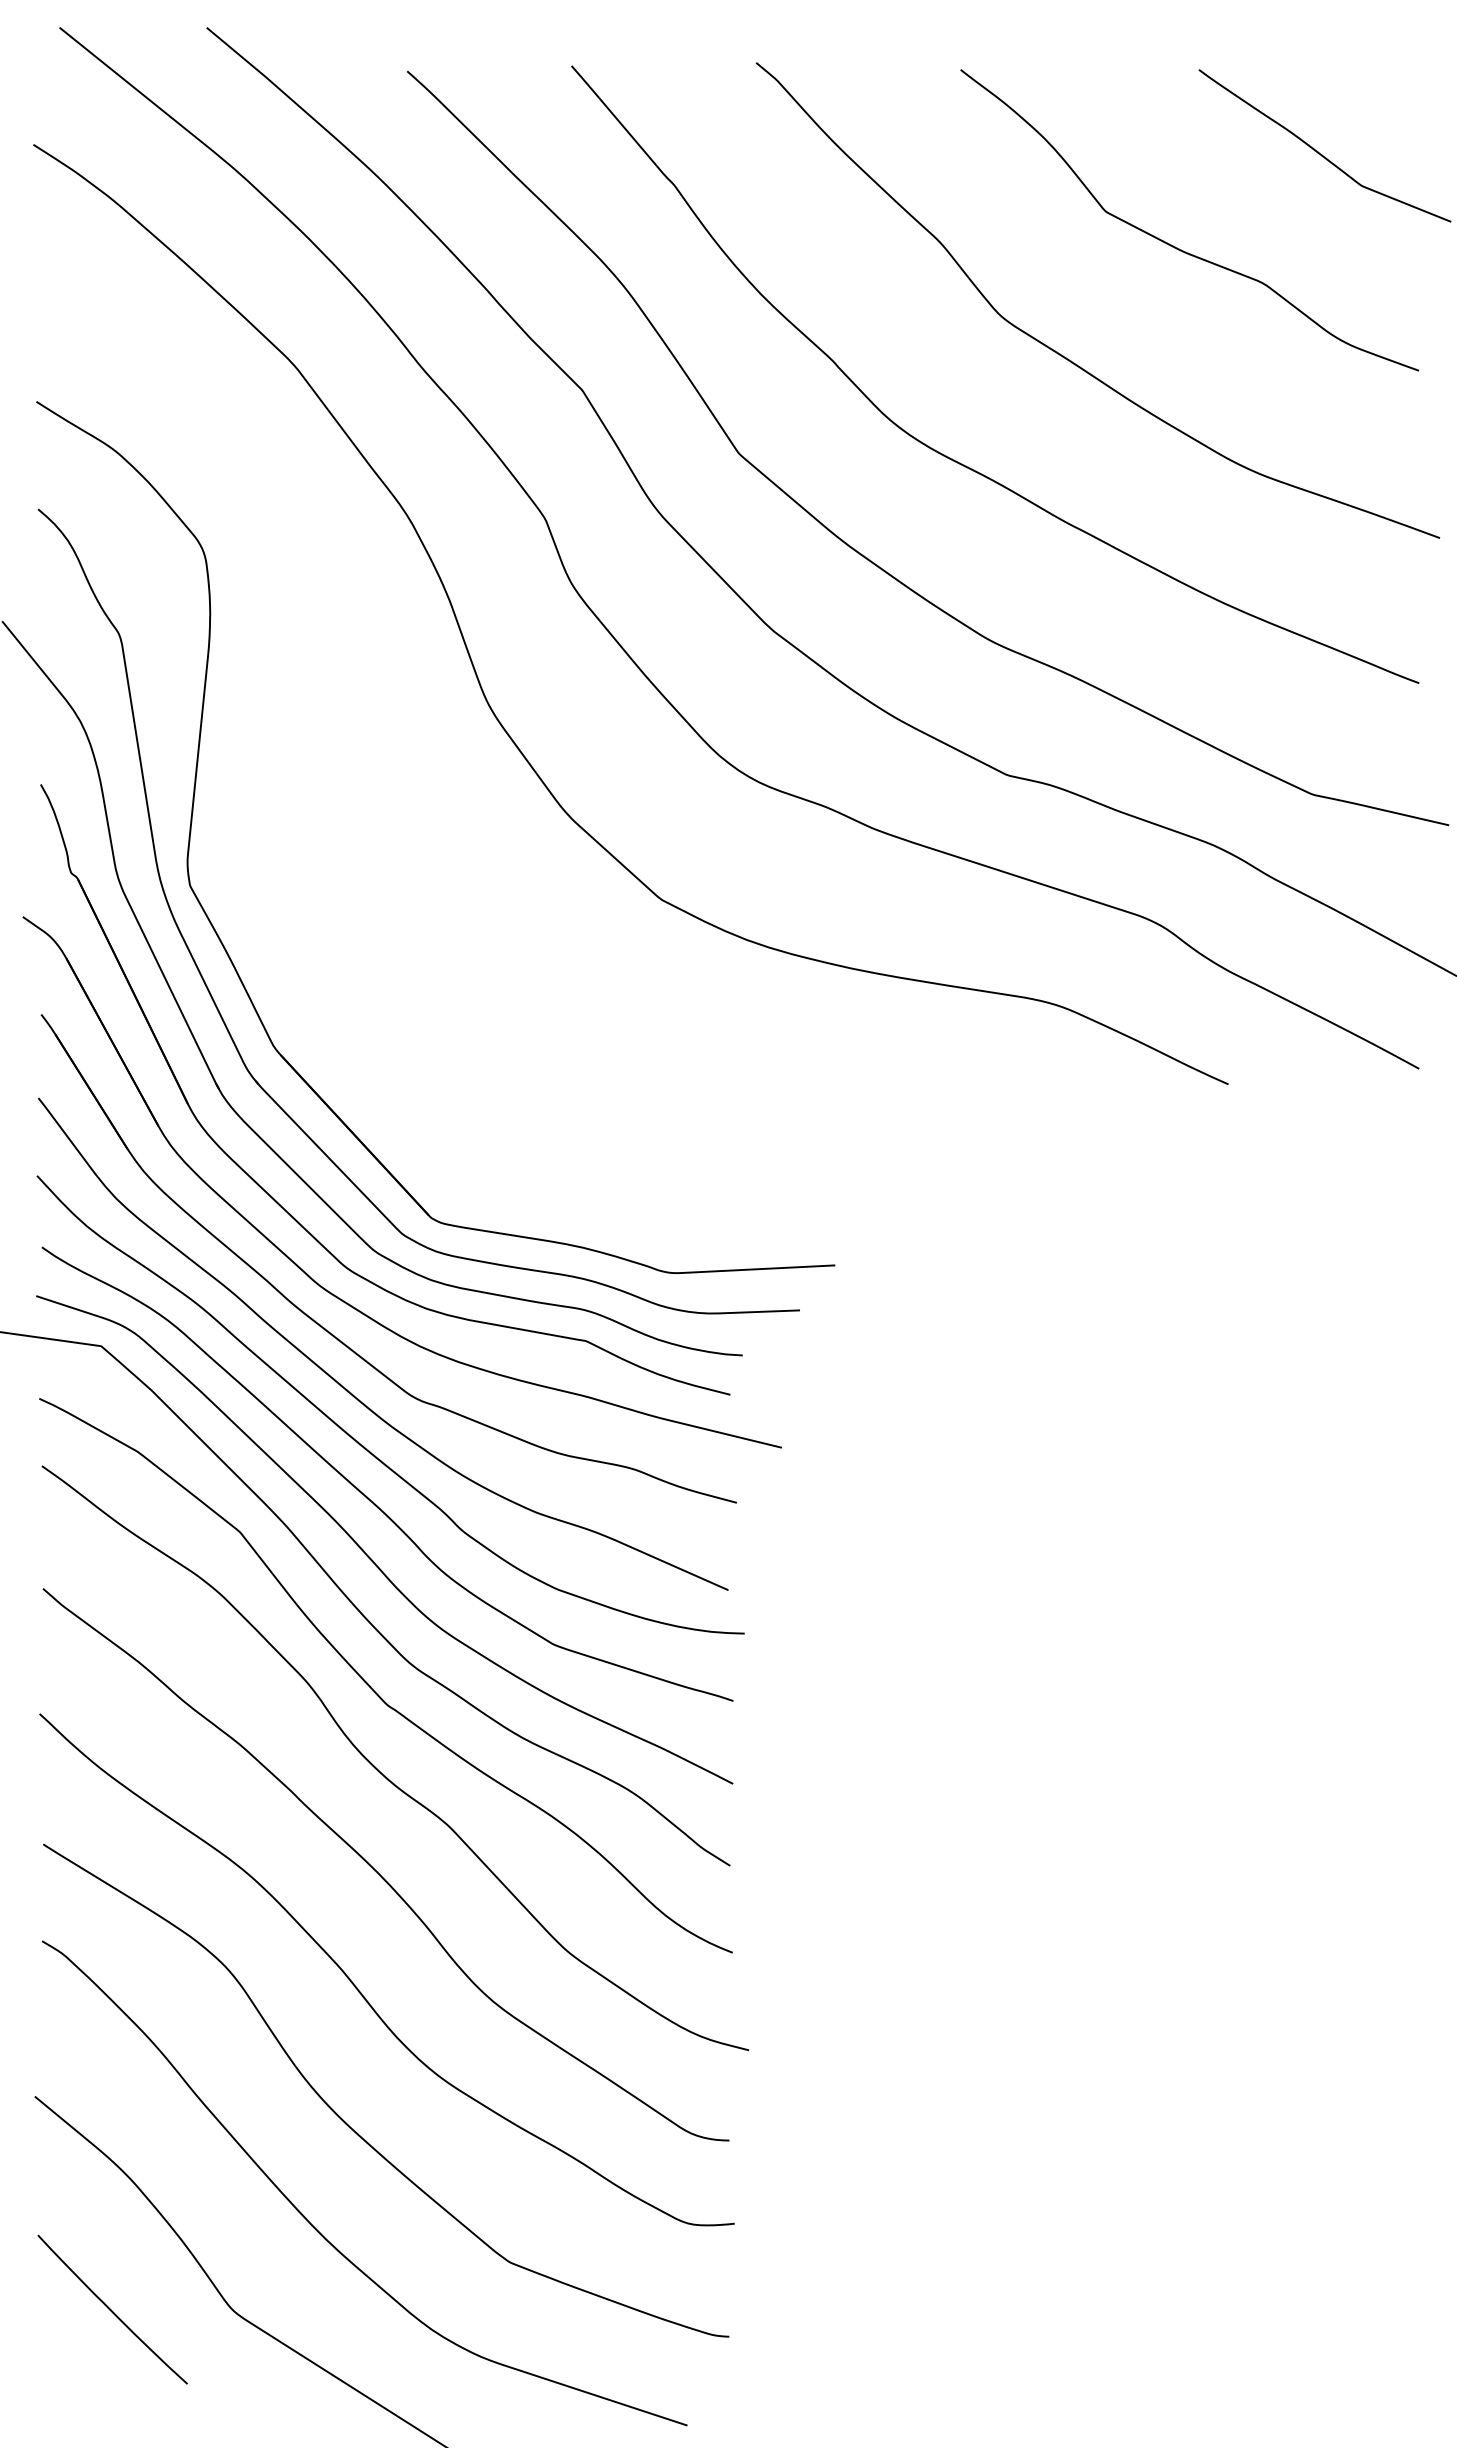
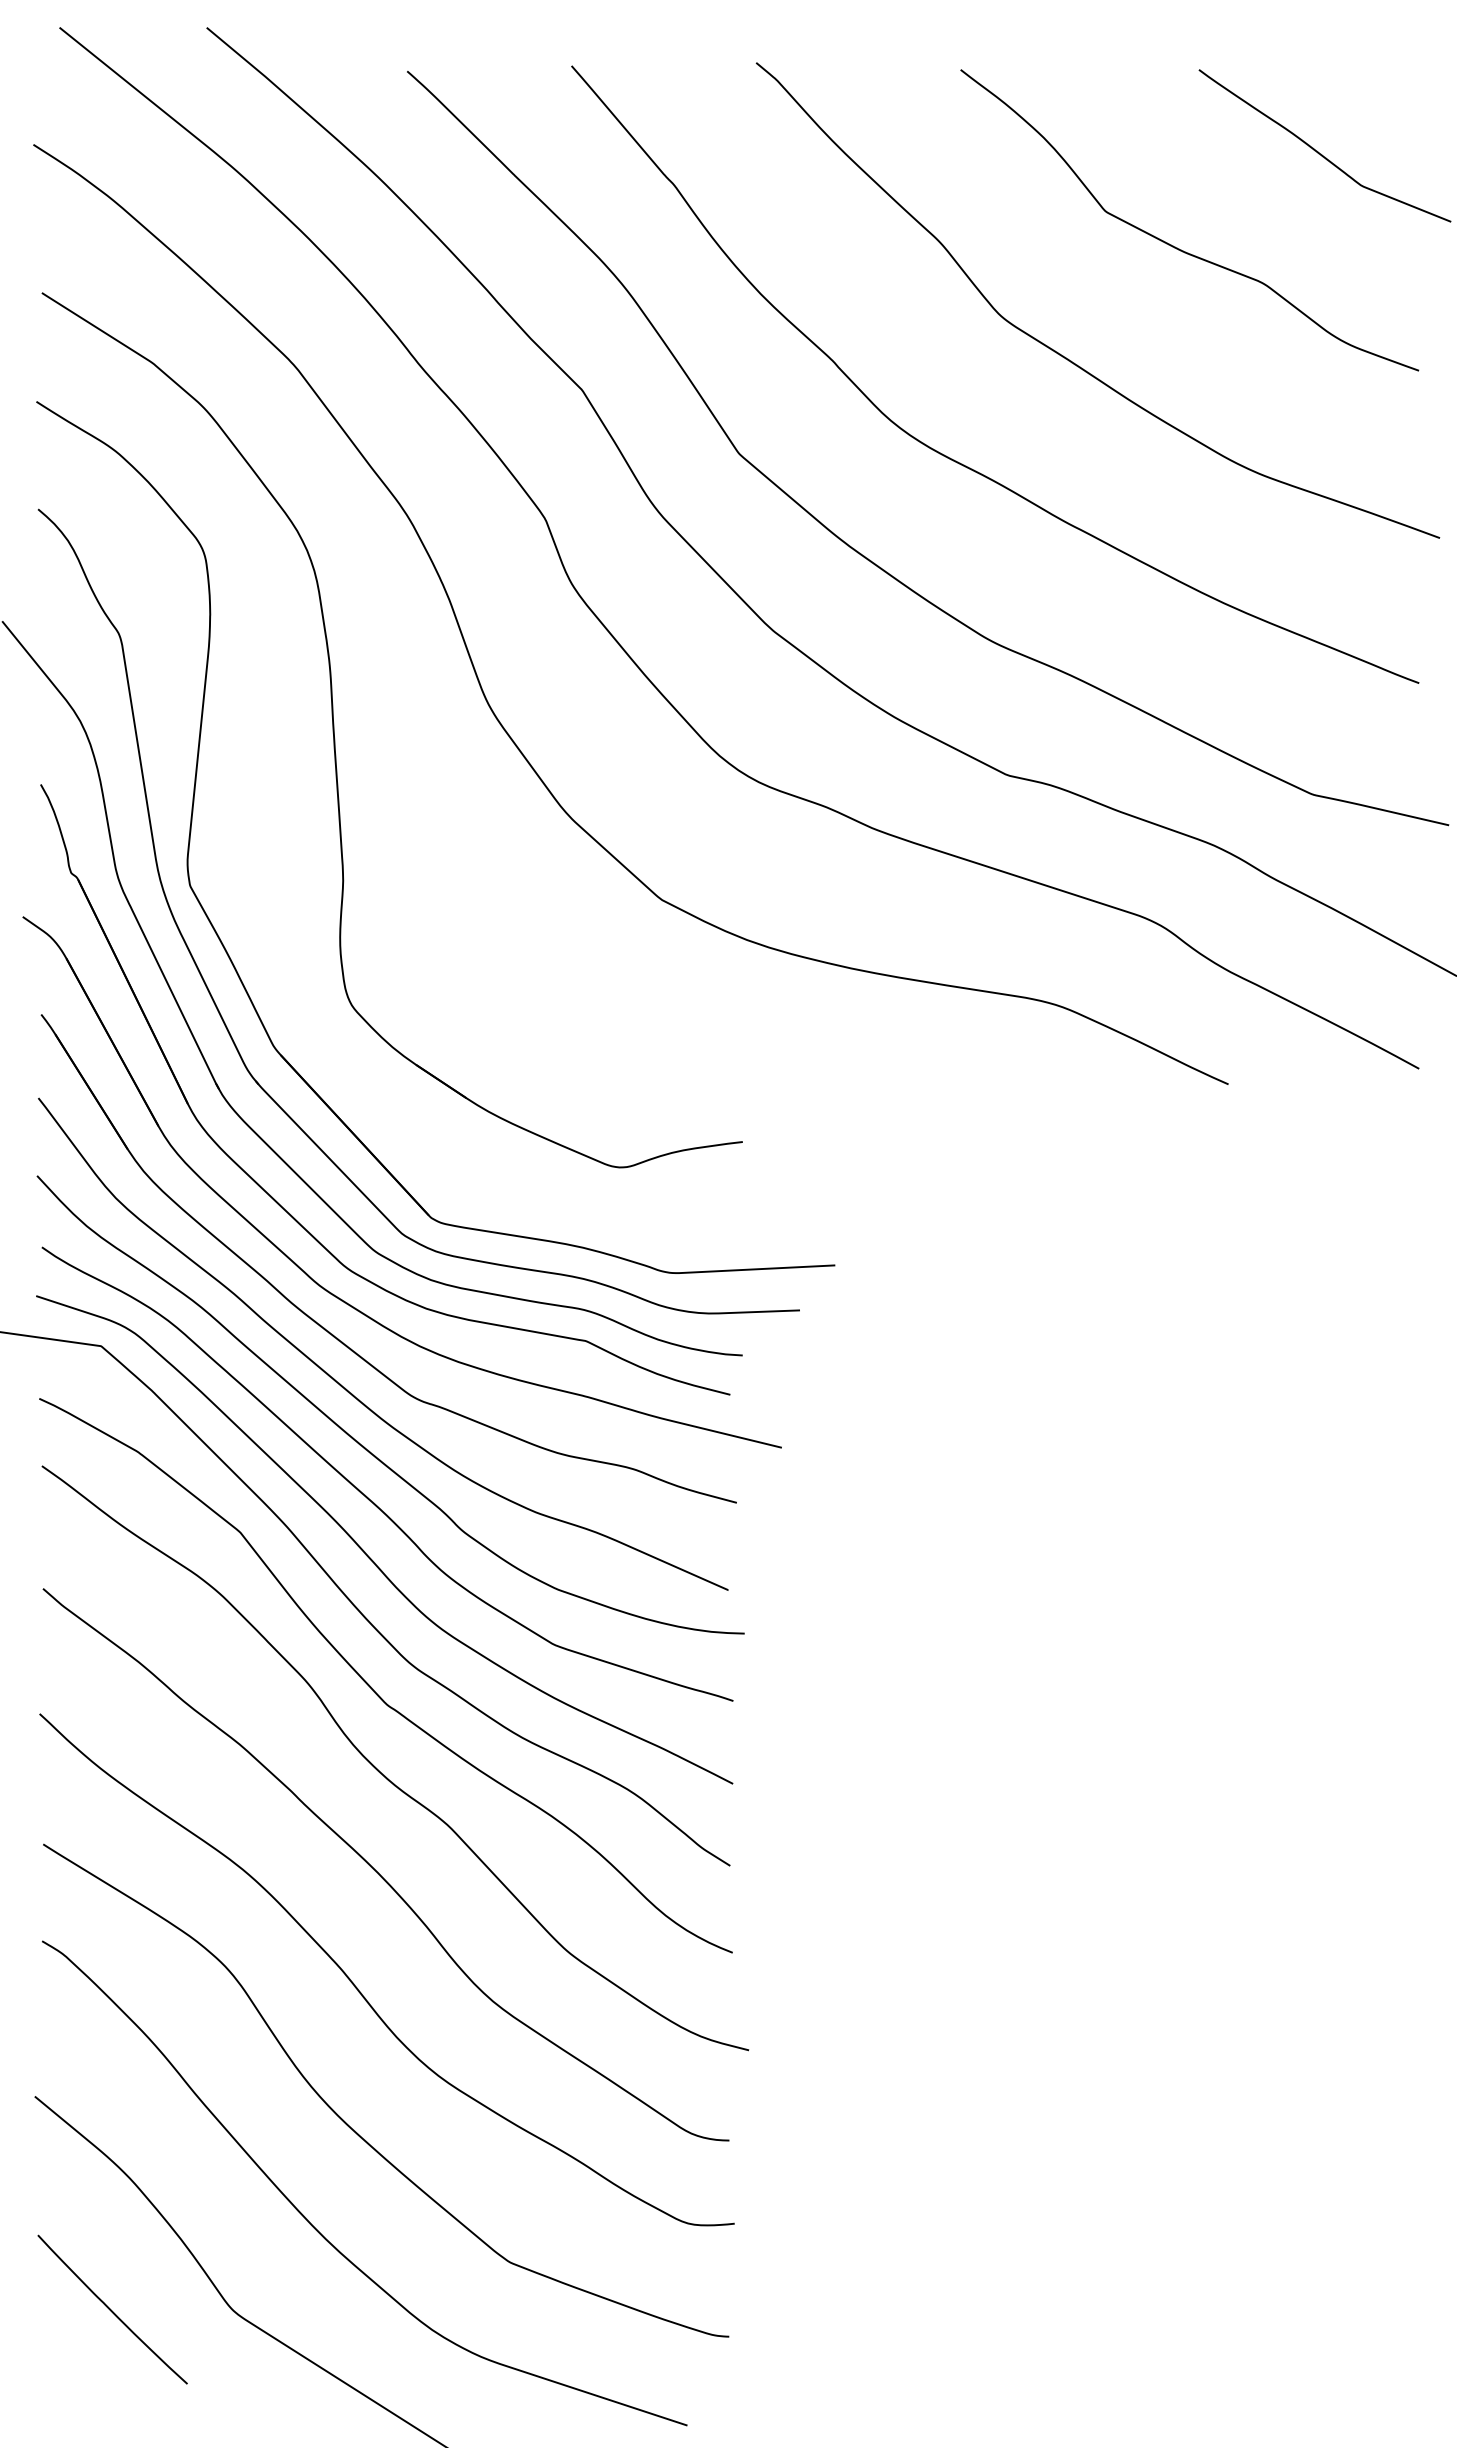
part at (335, 738): none -> present
